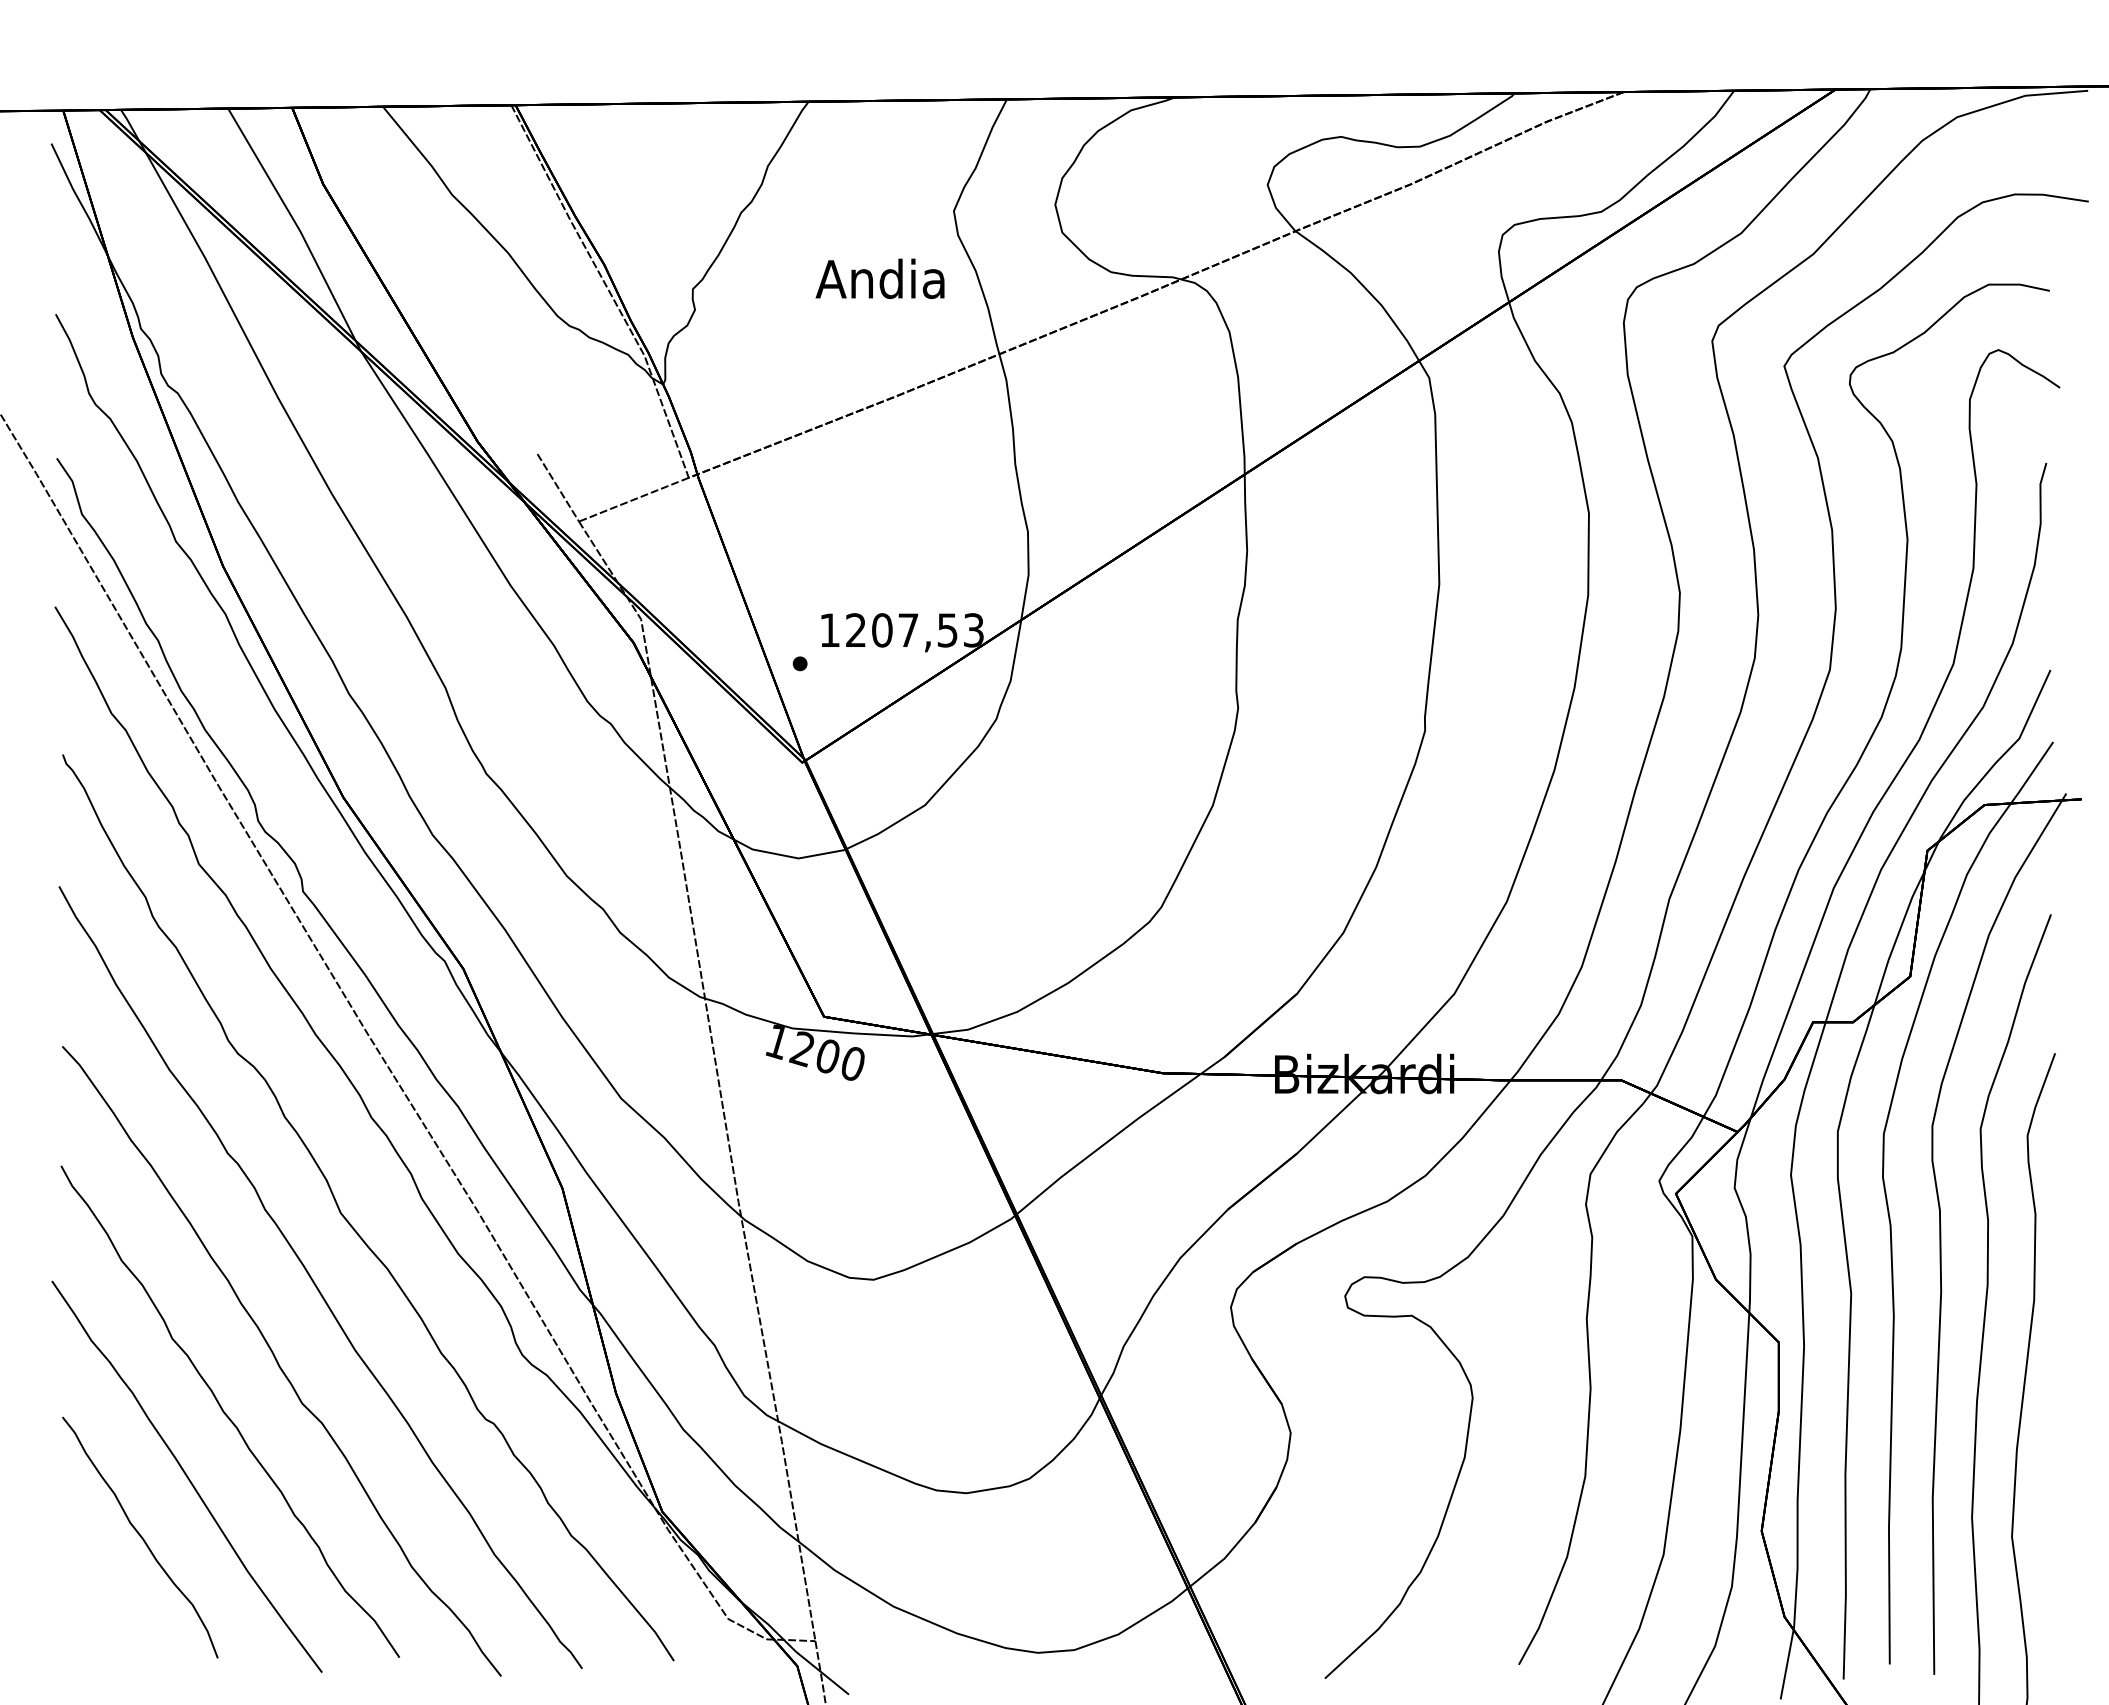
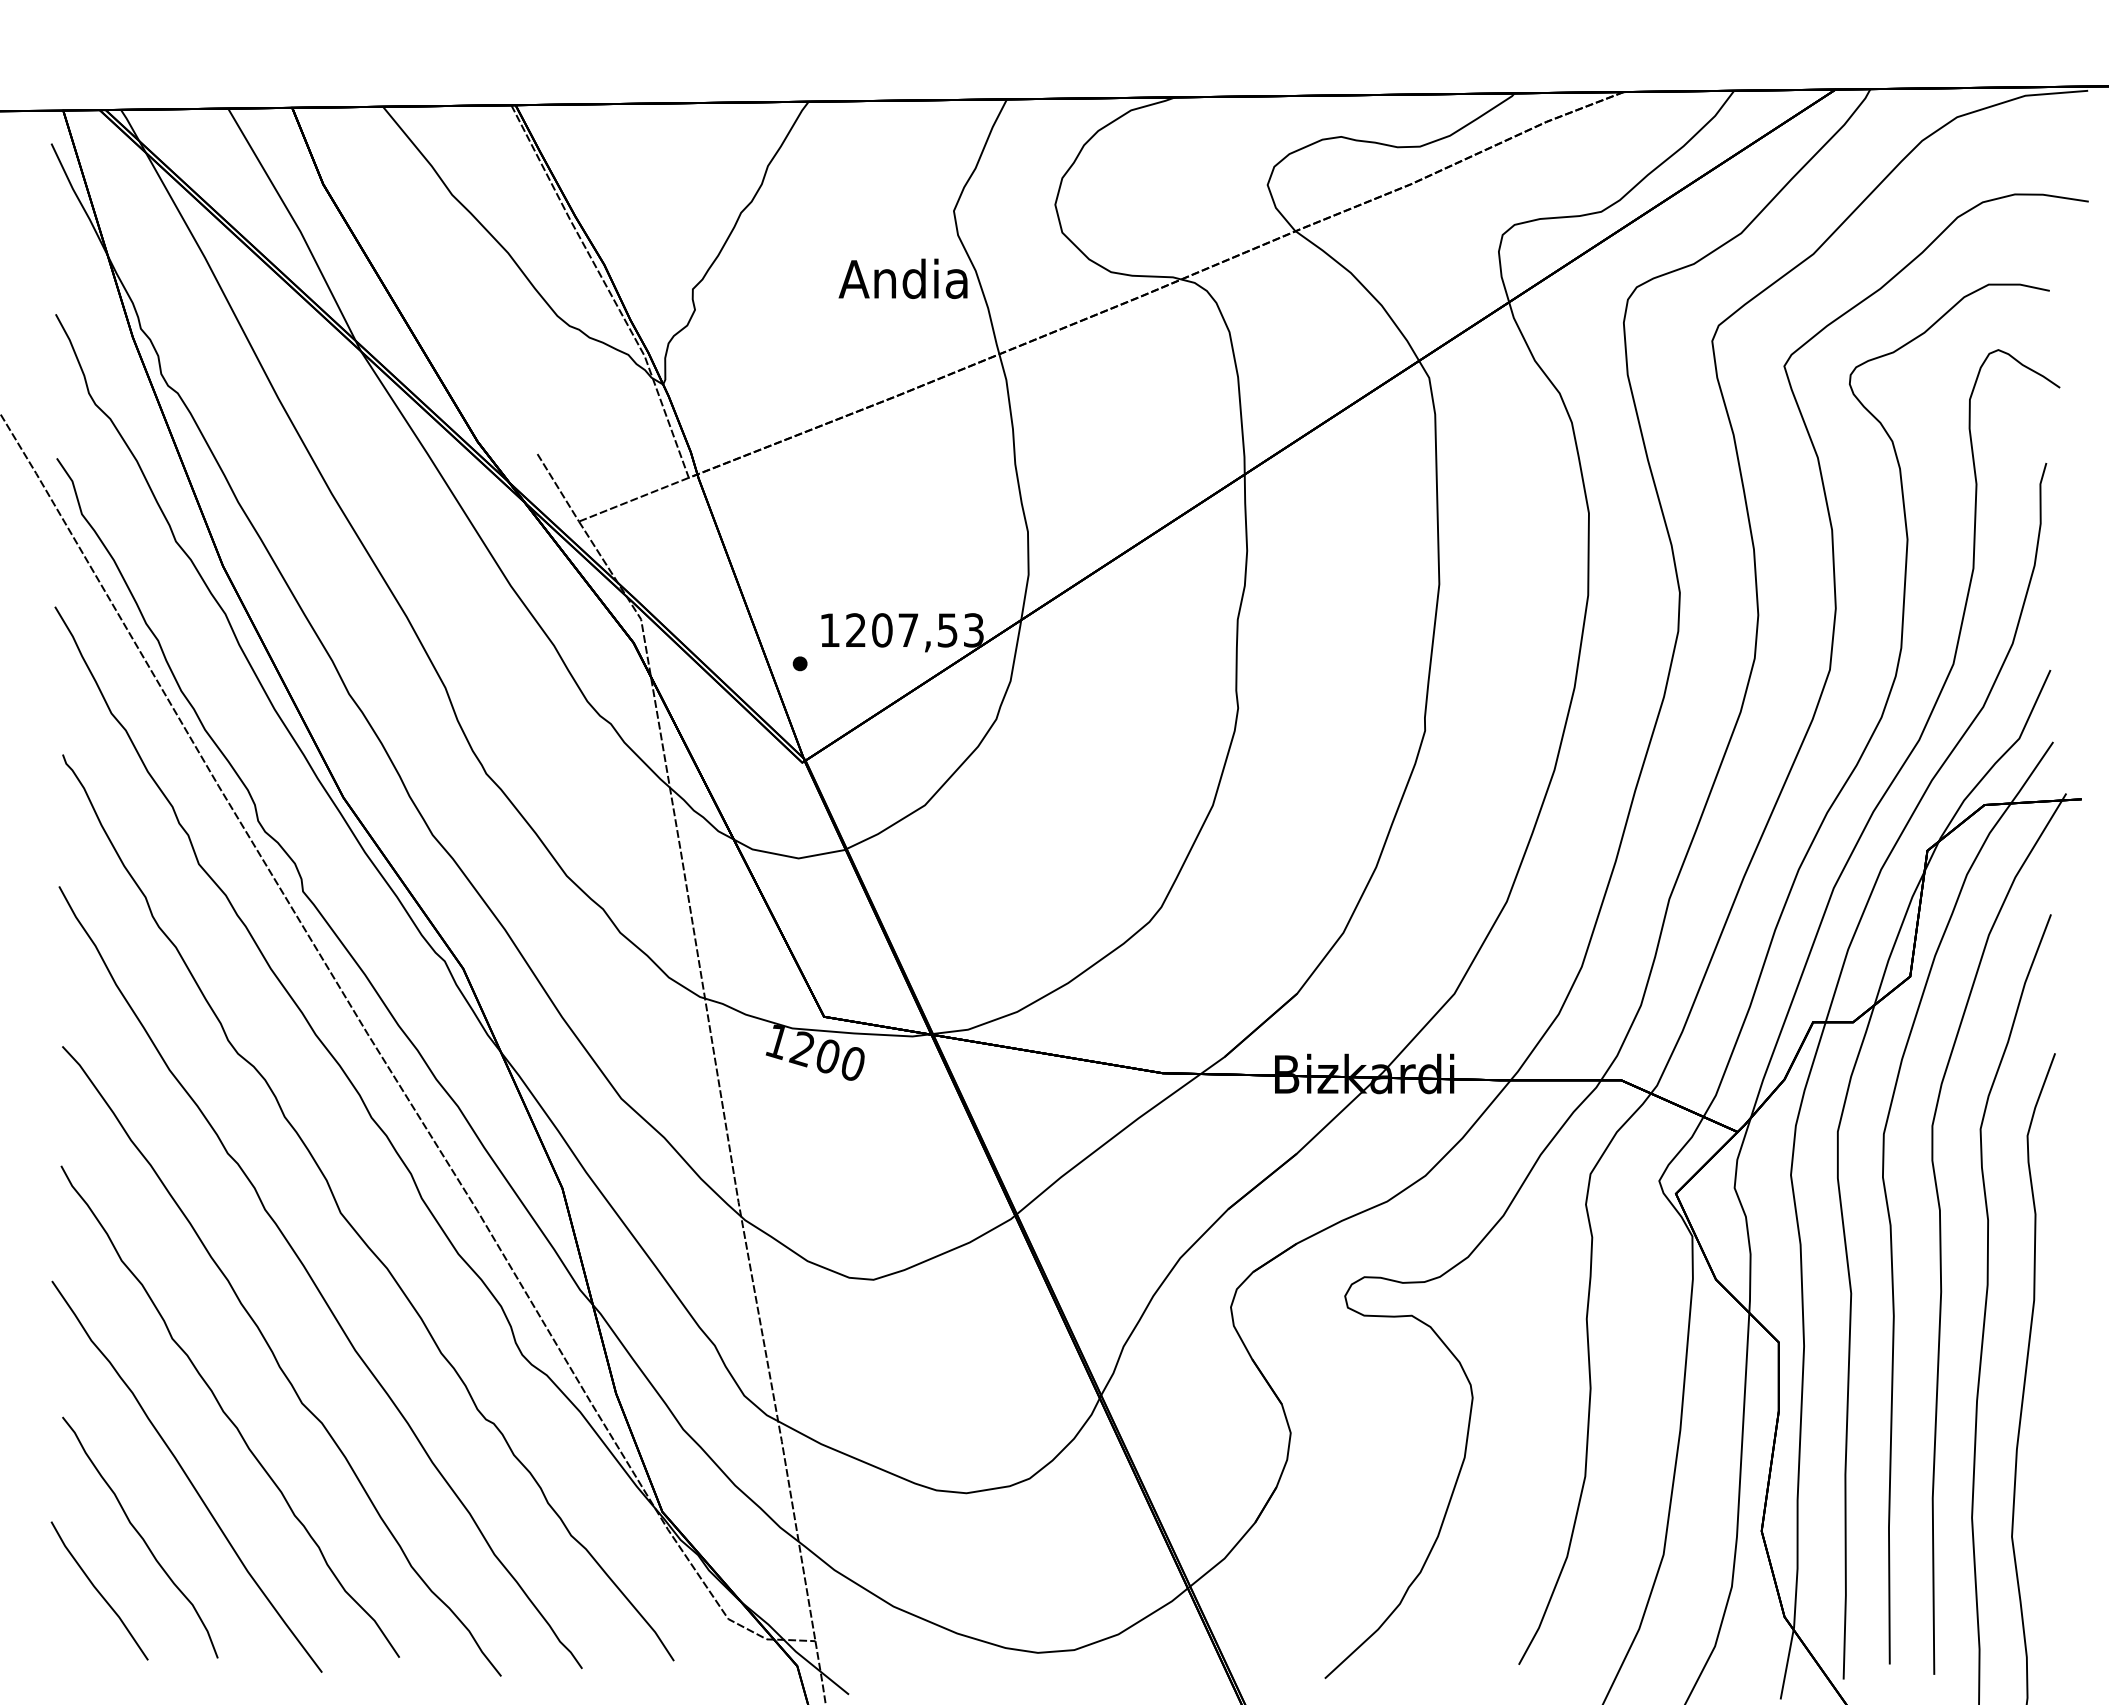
text at (879, 278) position: (879, 278) -> (902, 278)
line at (98, 1590): none -> present
